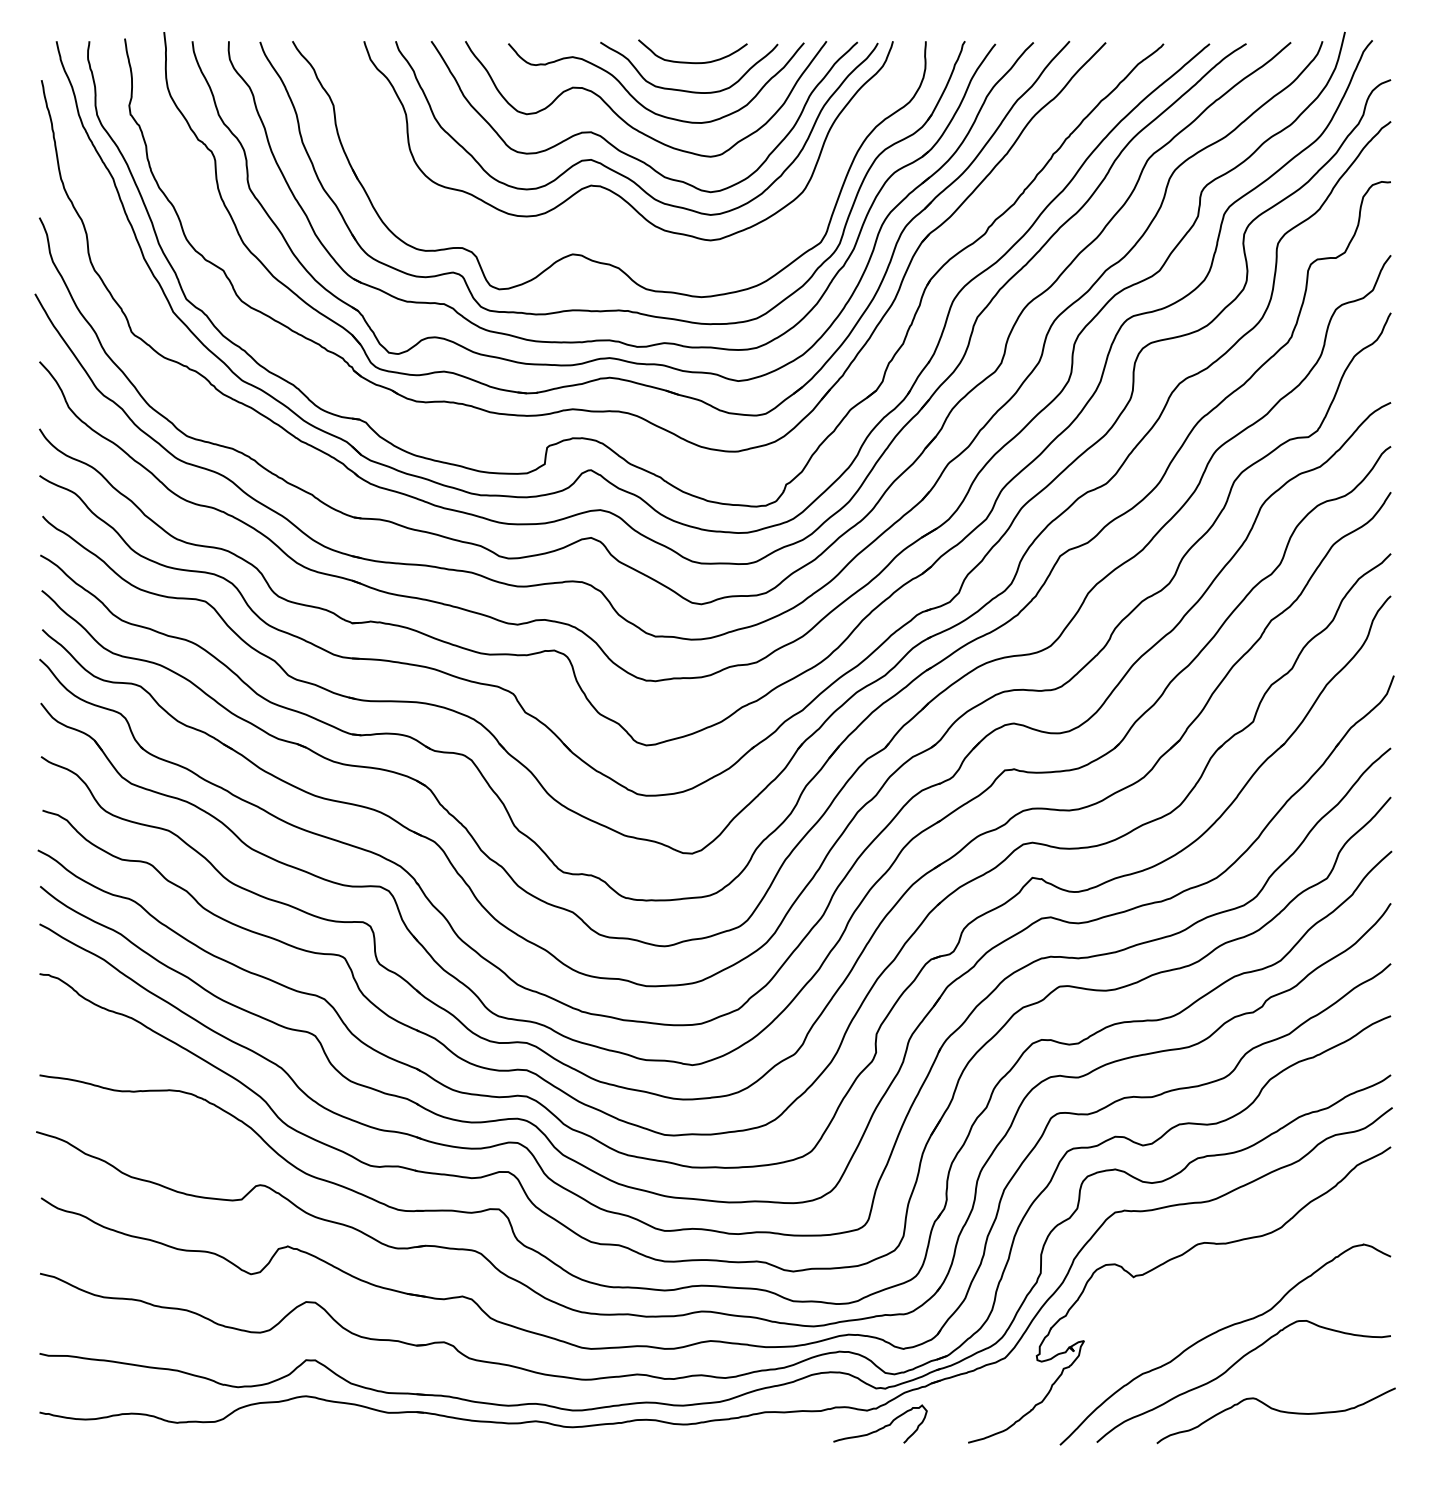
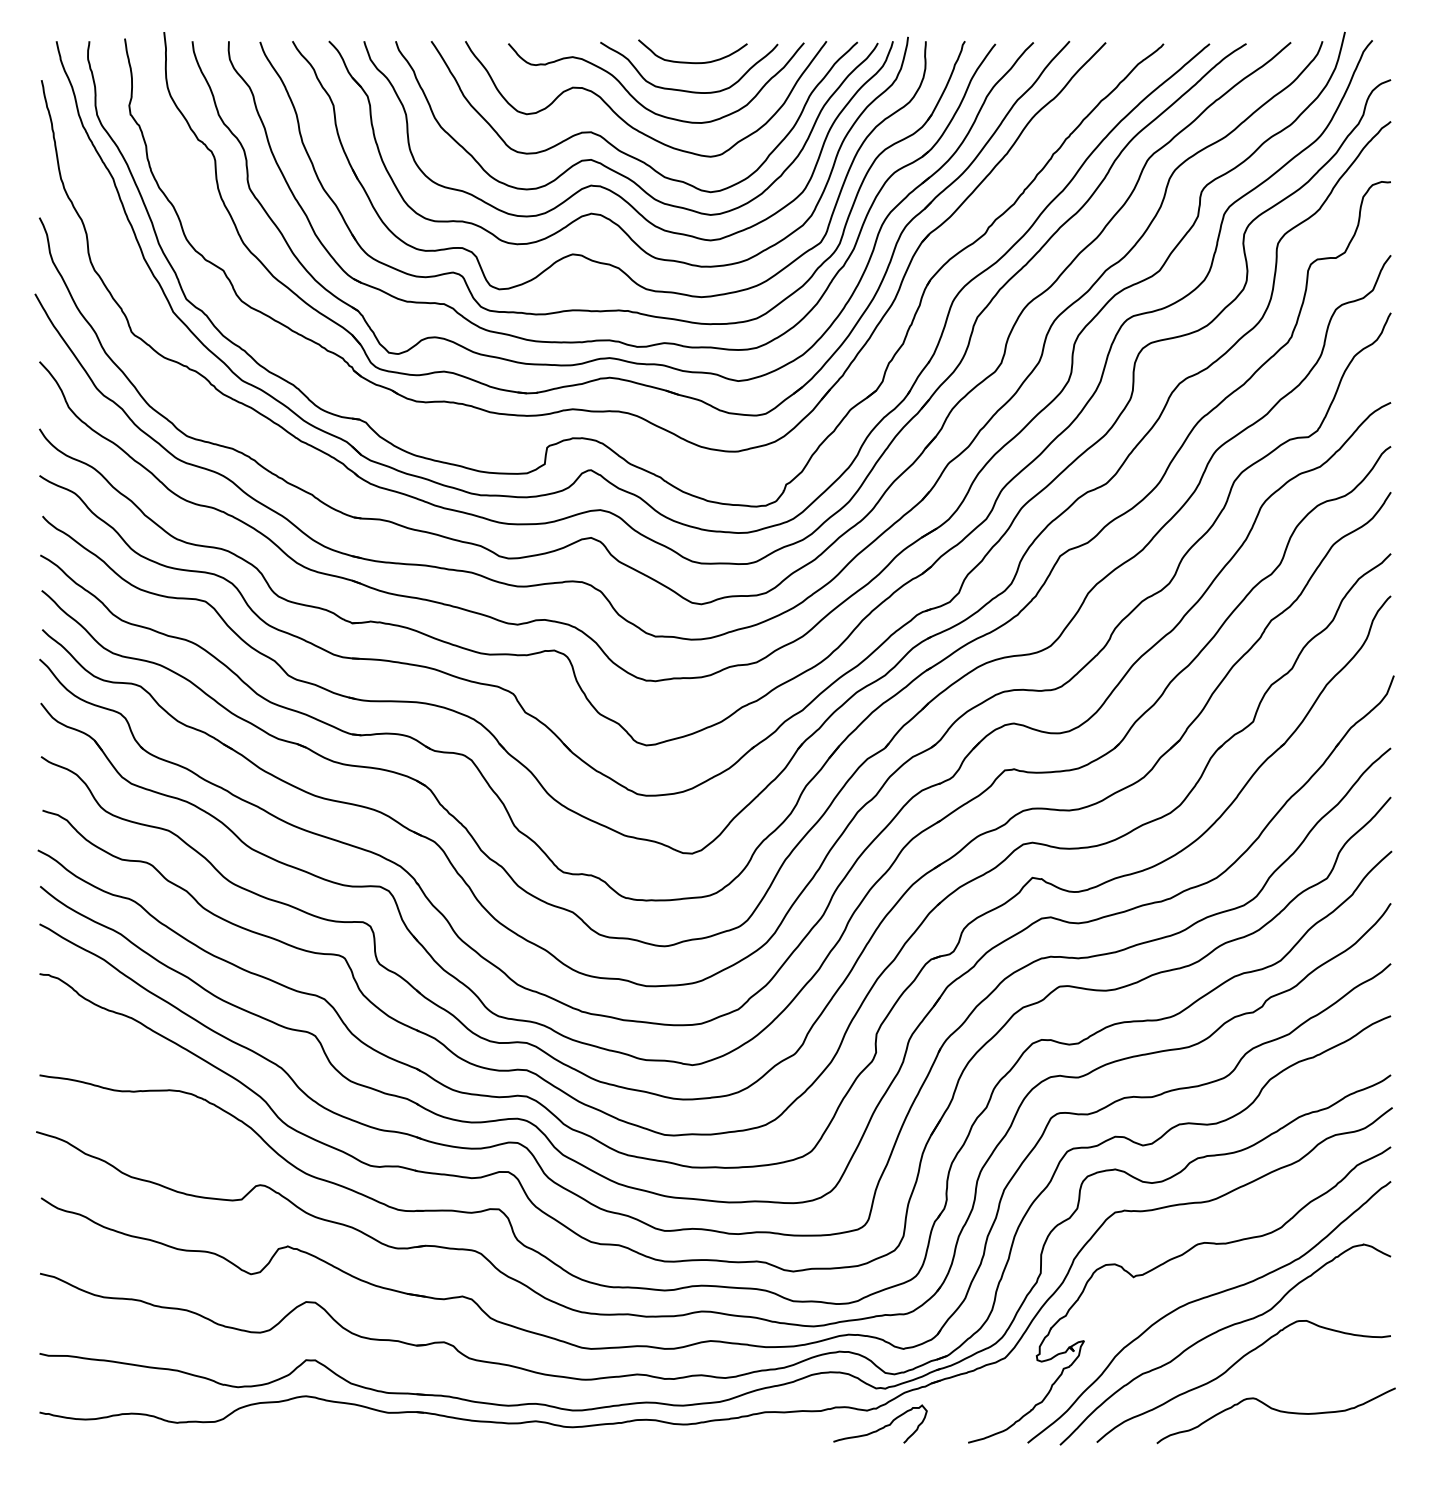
part at (602, 214): none -> present
curve at (1206, 1298): none -> present
